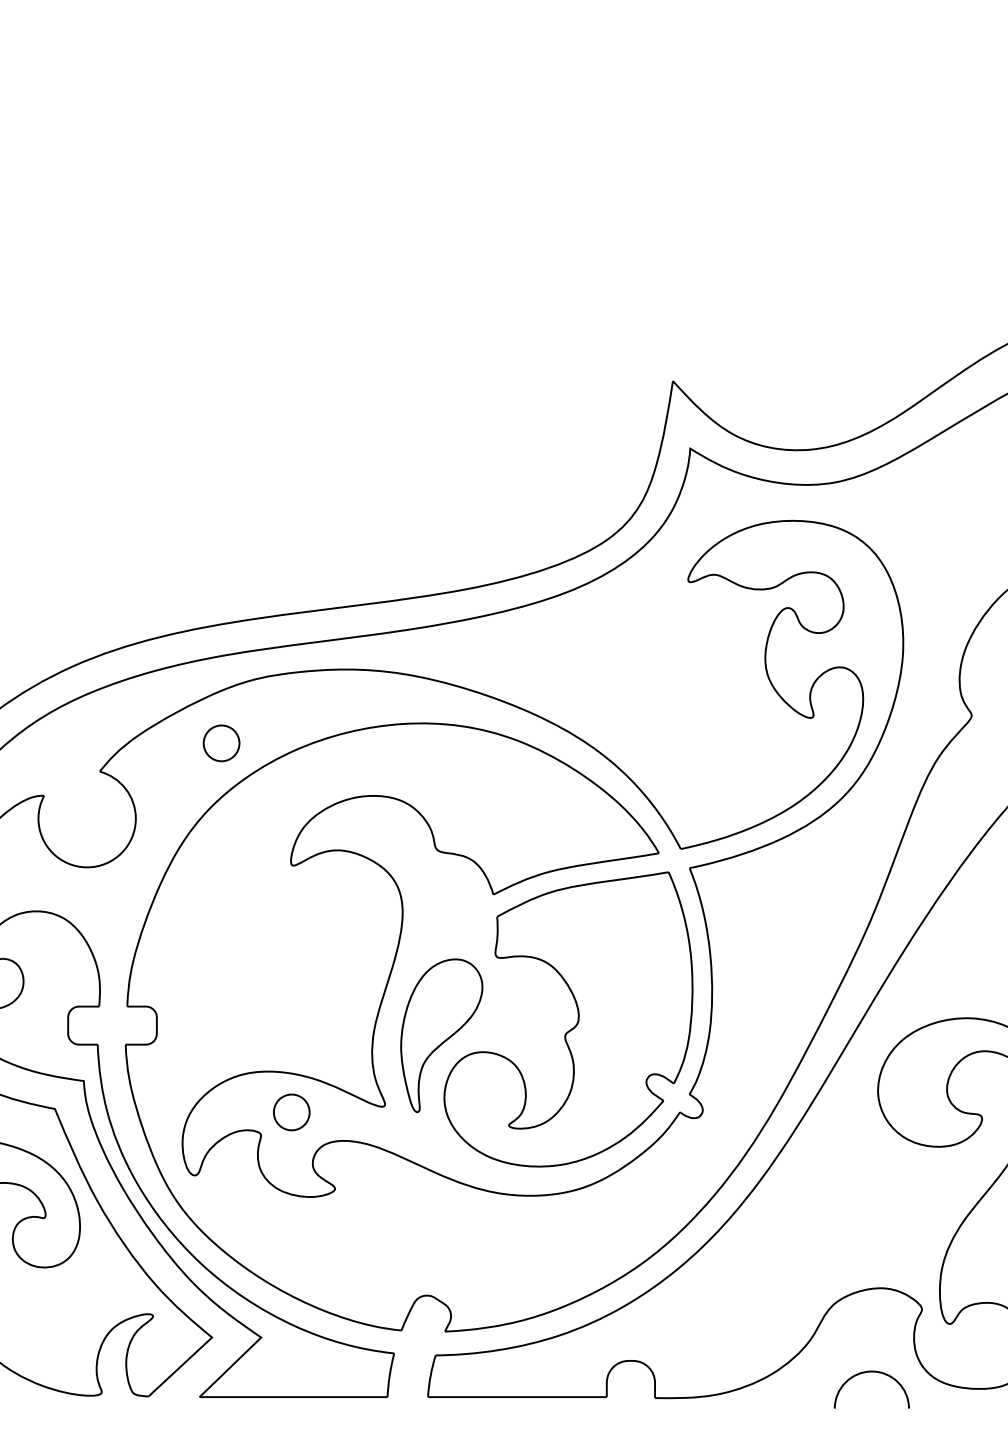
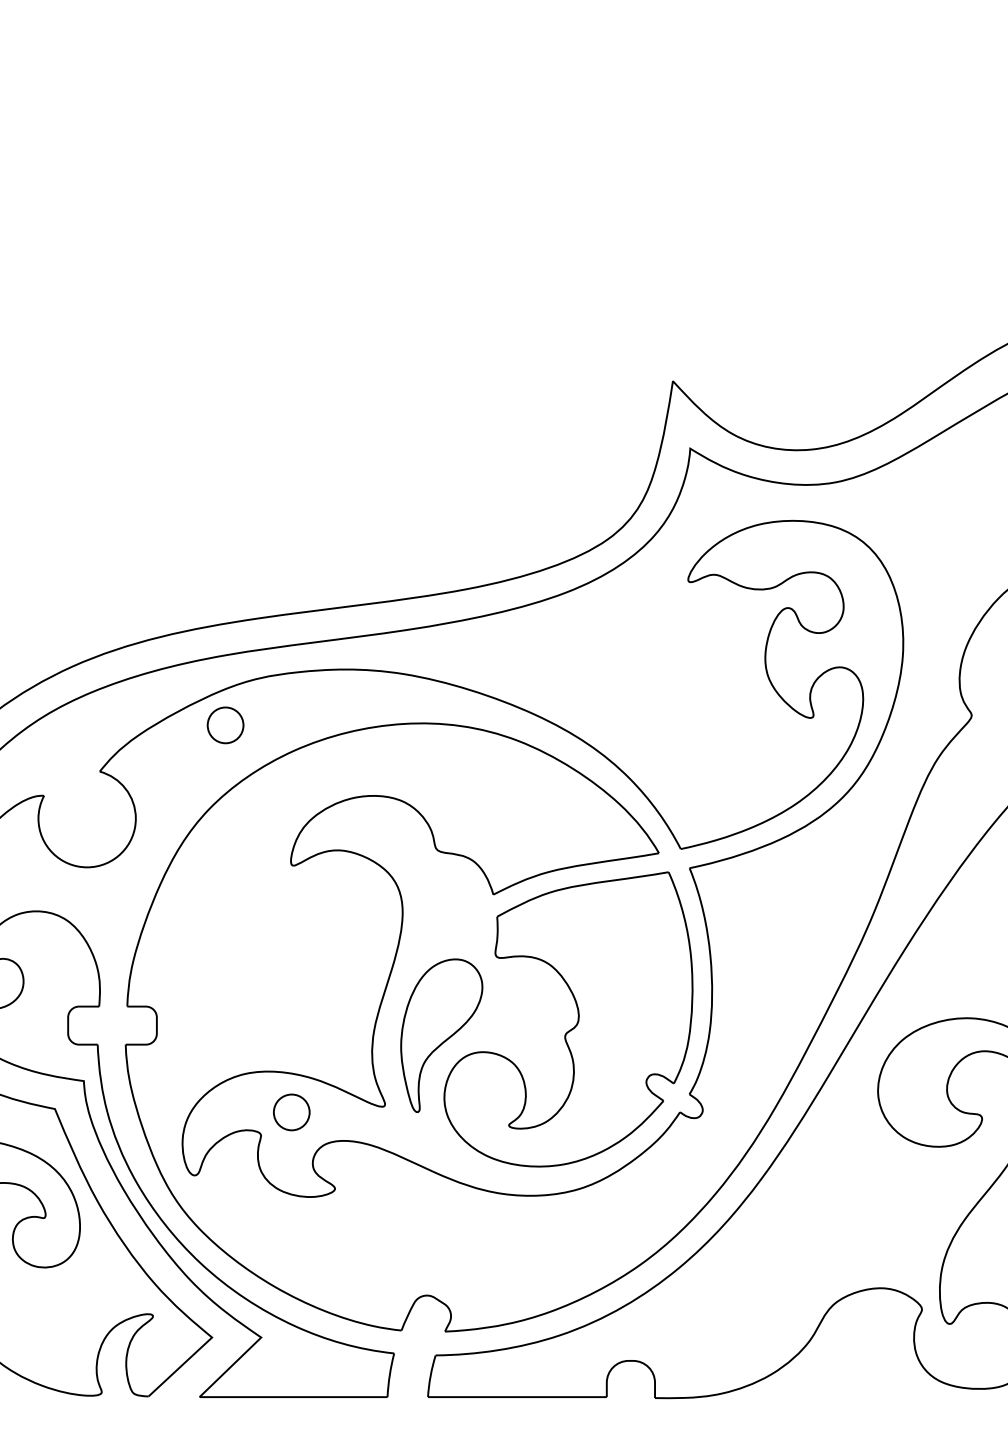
part at (221, 743) position: (221, 743) -> (225, 725)
curve at (871, 1372): present -> none
